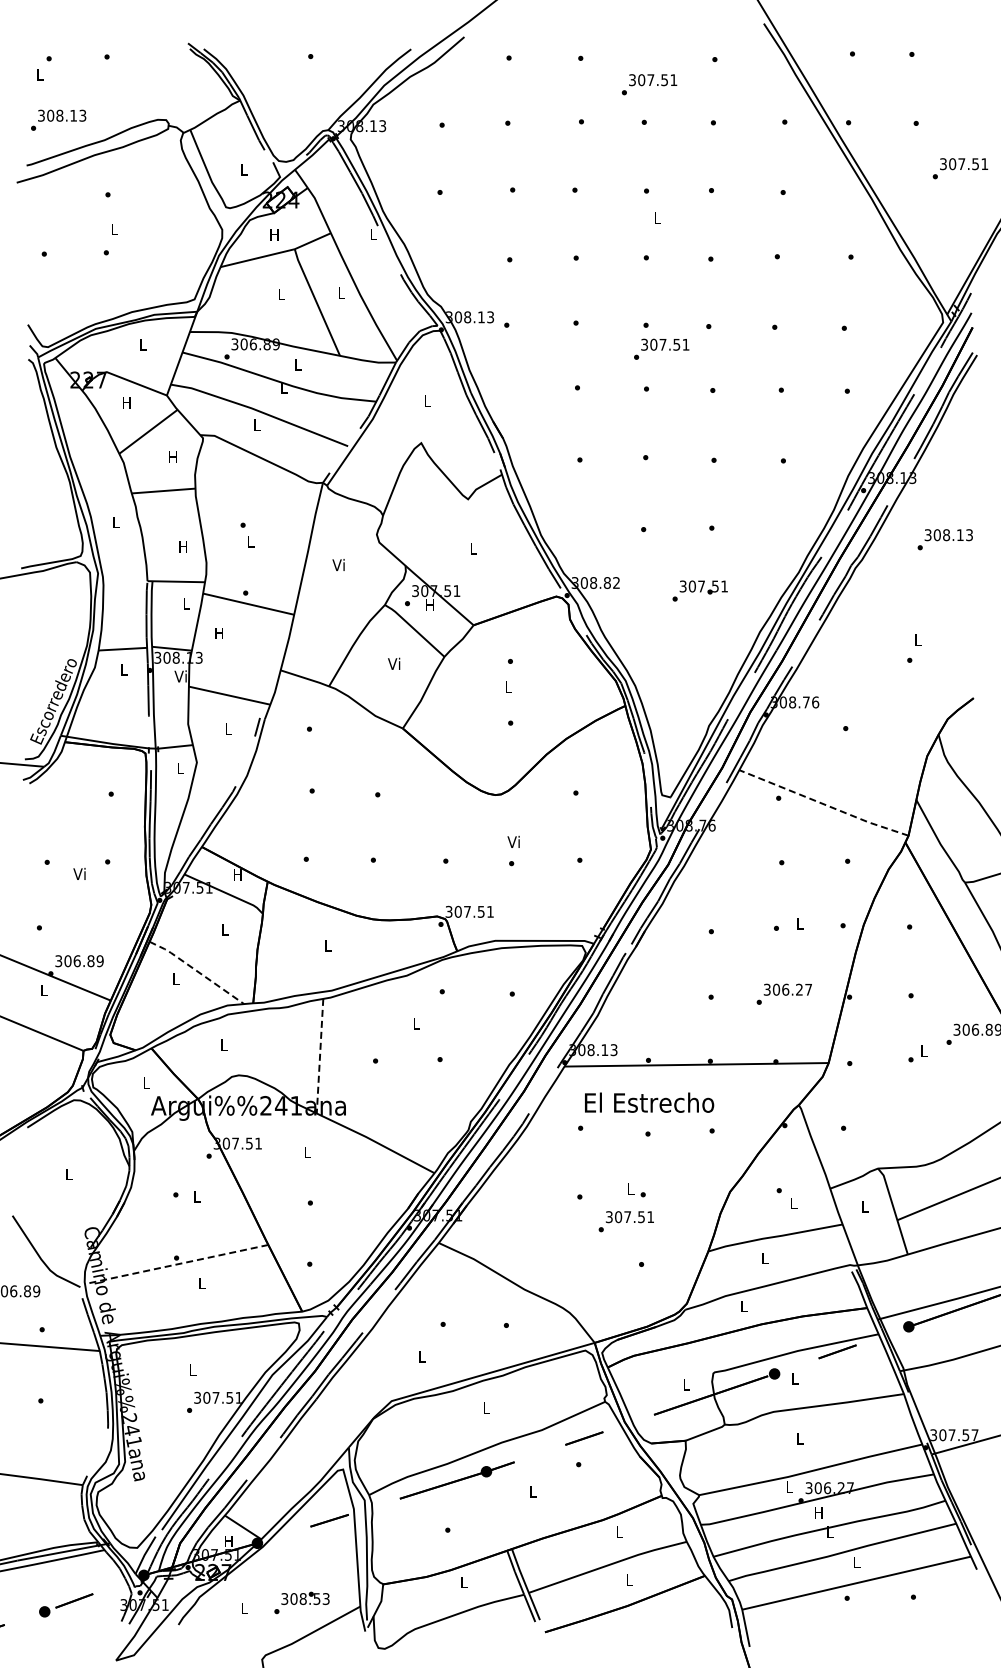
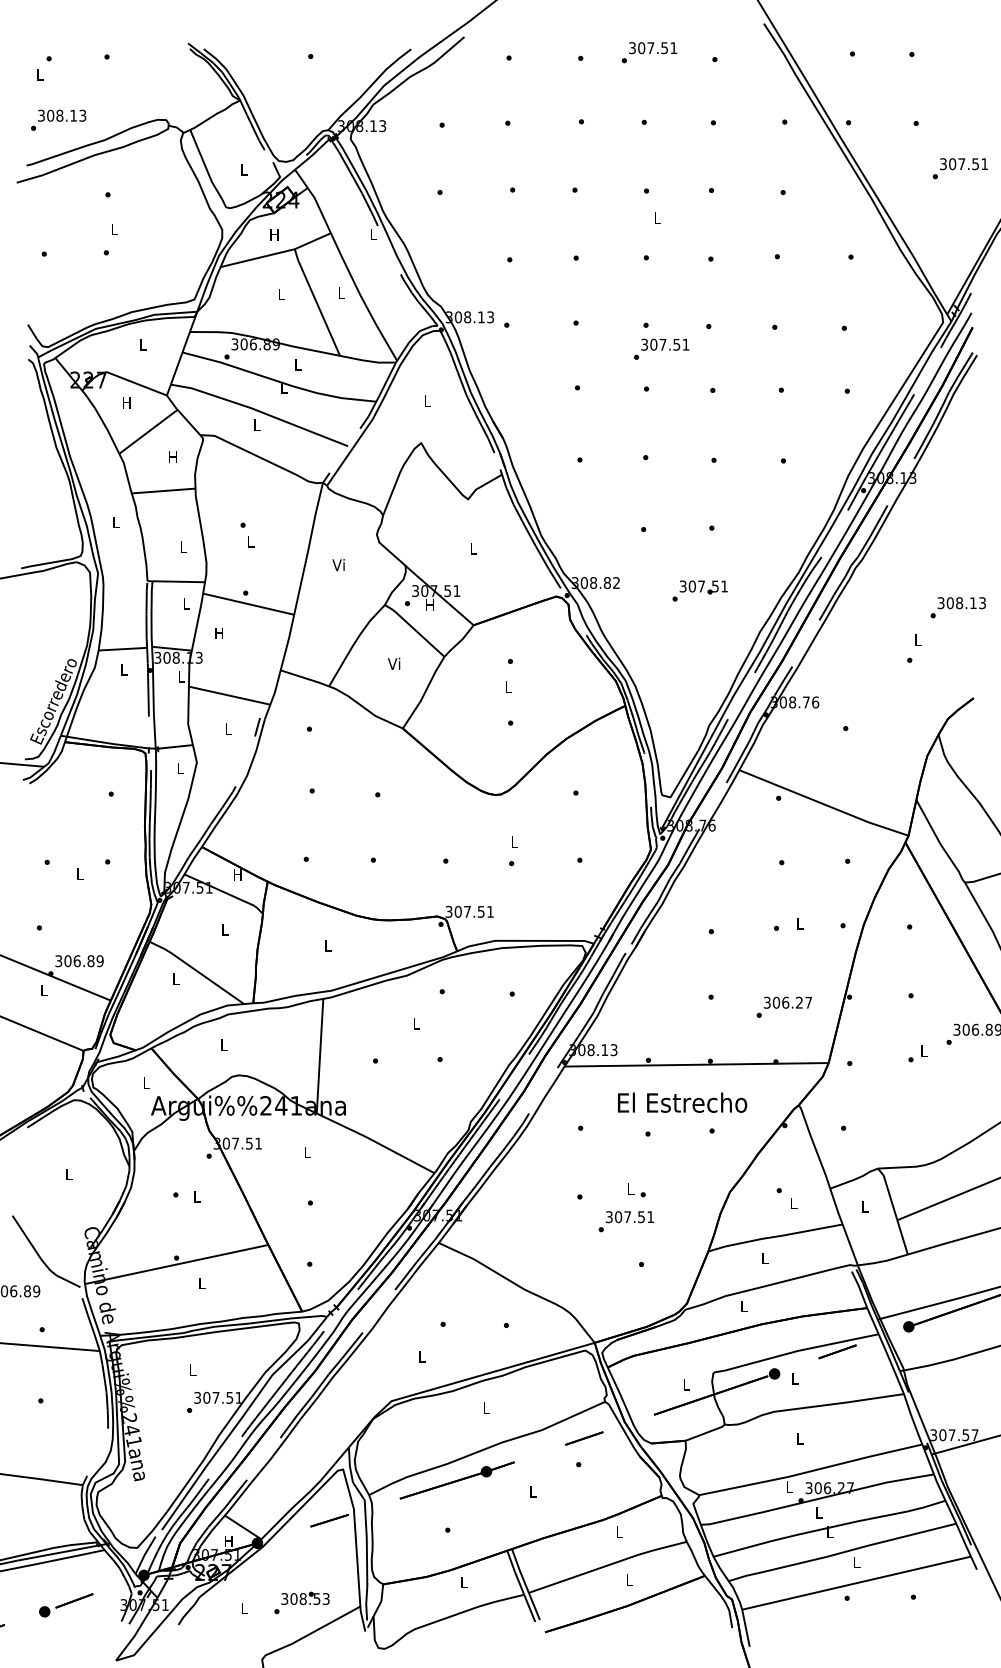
text at (649, 84) position: (649, 84) -> (649, 52)
text at (944, 539) position: (944, 539) -> (957, 607)
text at (182, 546): H -> L
text at (180, 676): Vi -> L
line at (823, 804): dashed -> solid
text at (513, 841): Vi -> L
text at (79, 873): Vi -> L
line at (197, 971): dashed -> solid
text at (783, 993) position: (783, 993) -> (783, 1006)
line at (320, 1056): dashed -> solid
text at (649, 1102) position: (649, 1102) -> (682, 1102)
line at (176, 1264): dashed -> solid
text at (818, 1512): H -> L
